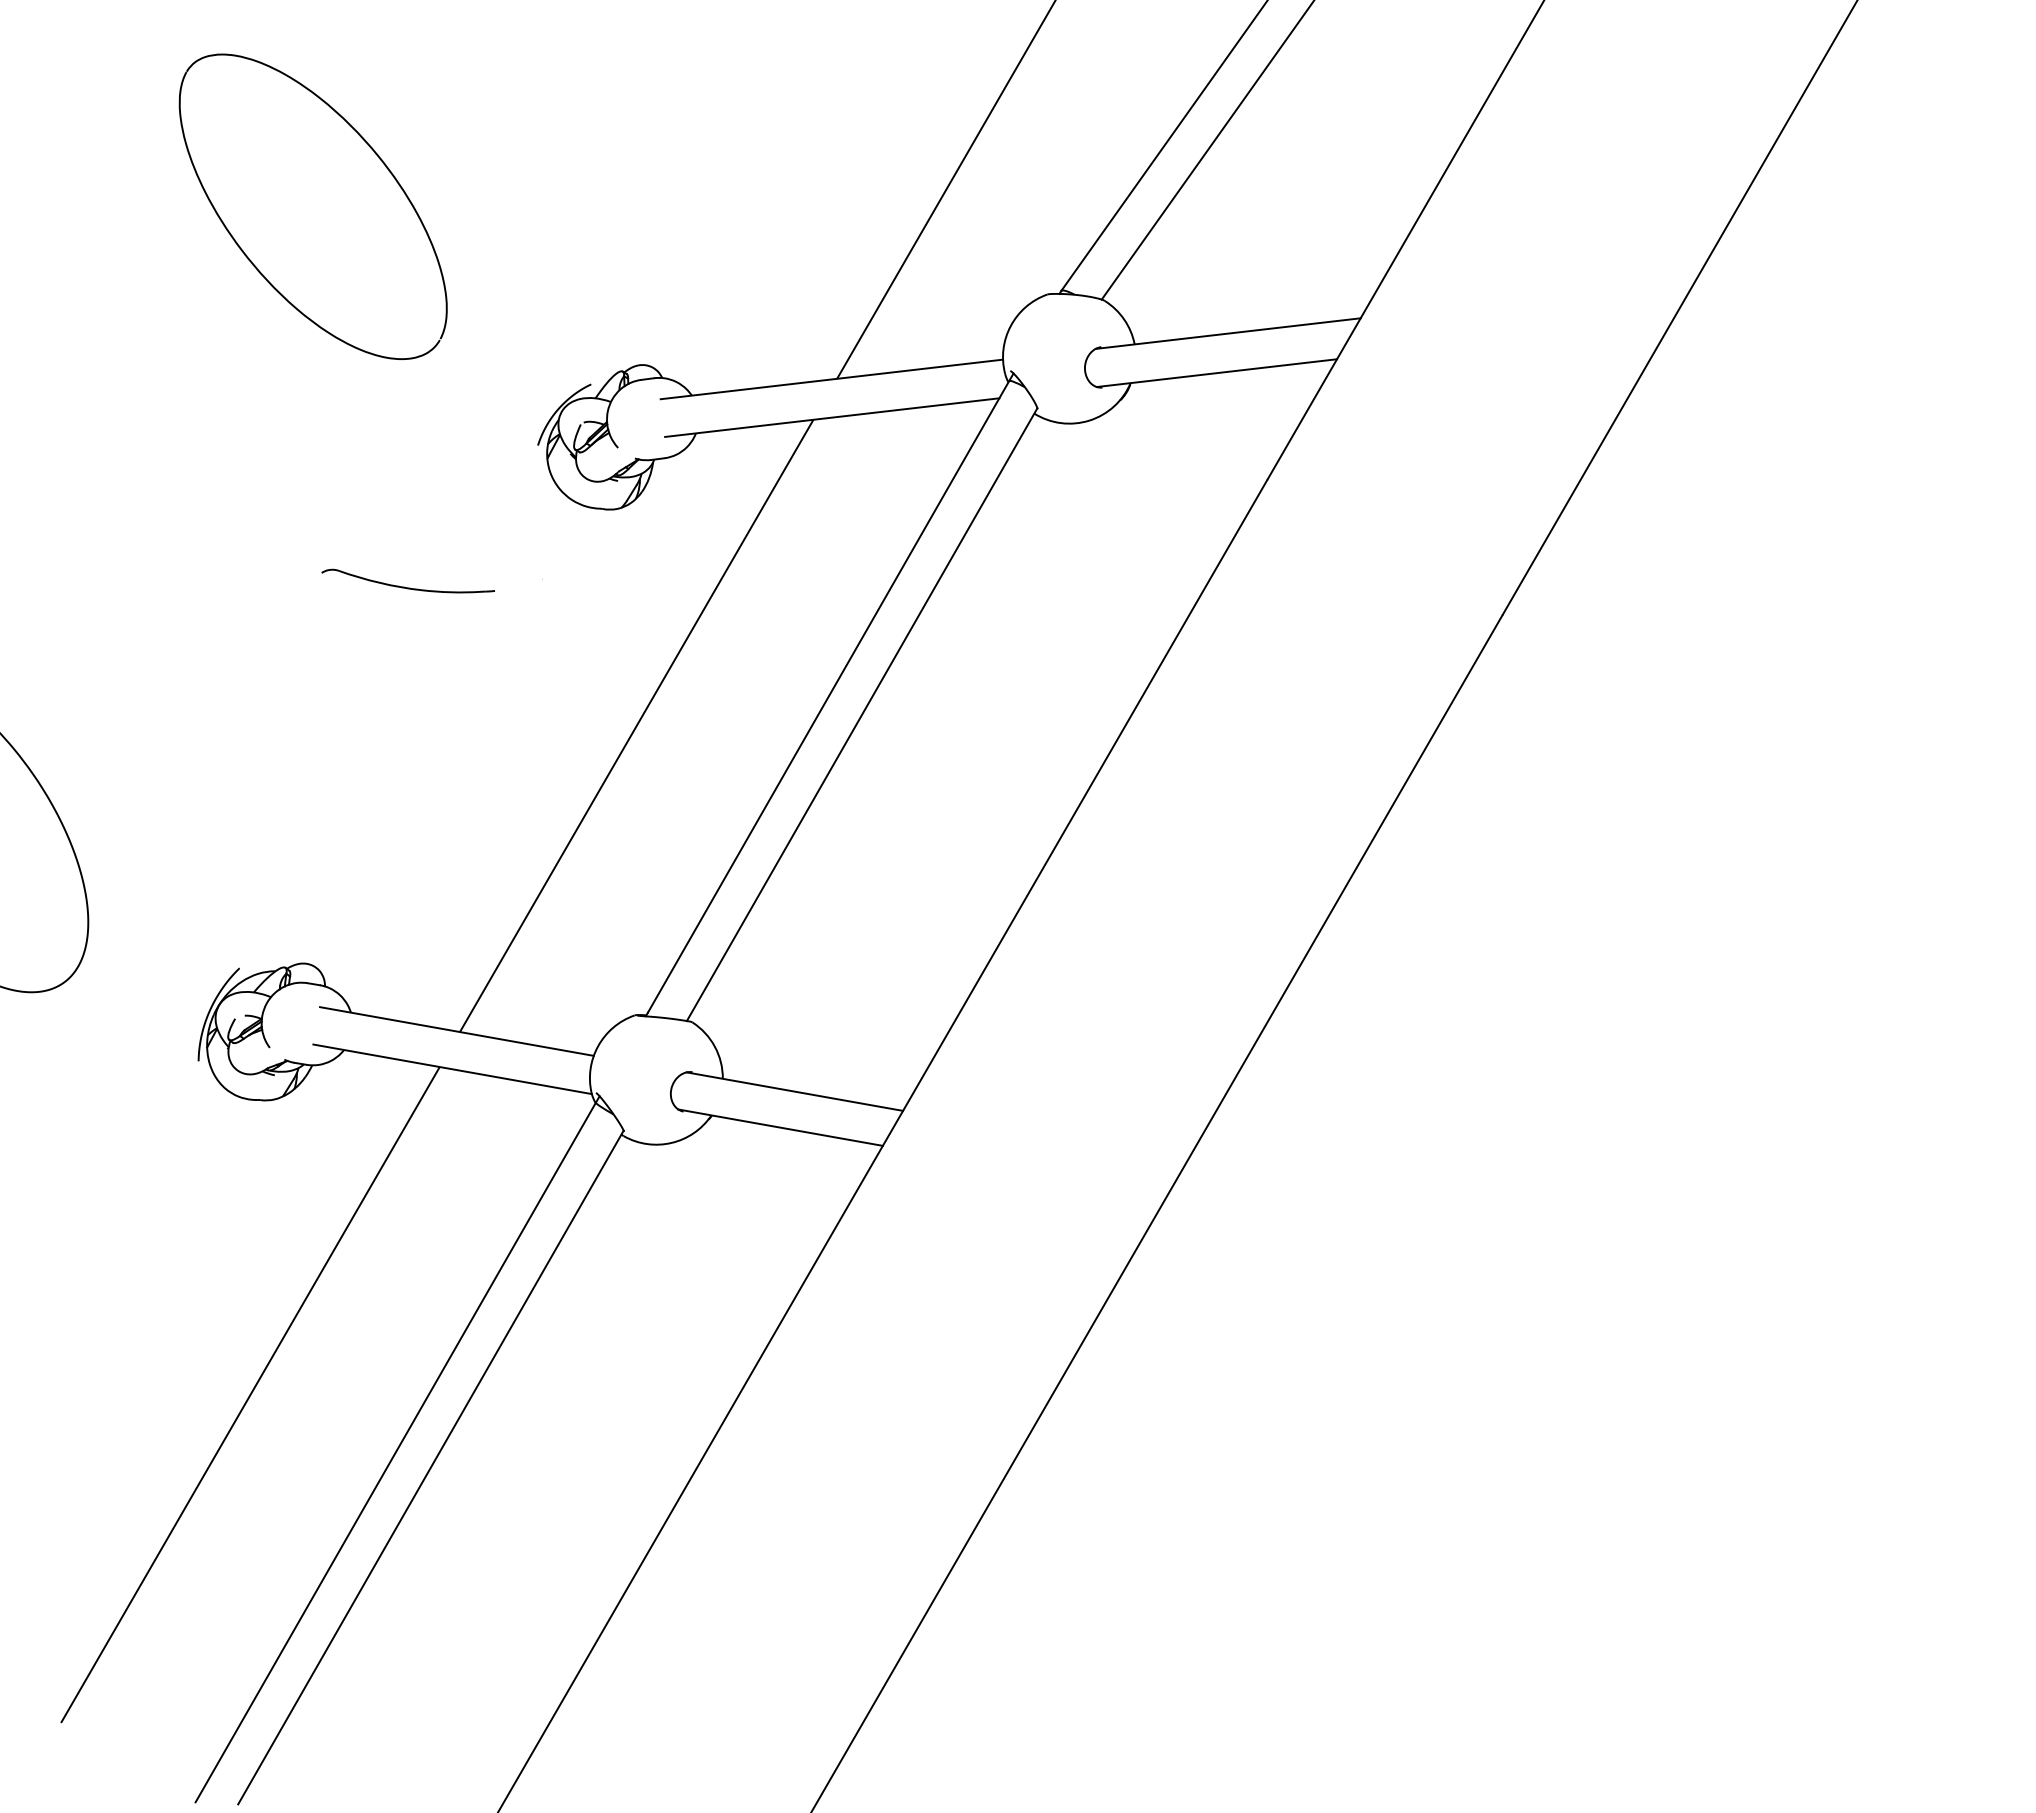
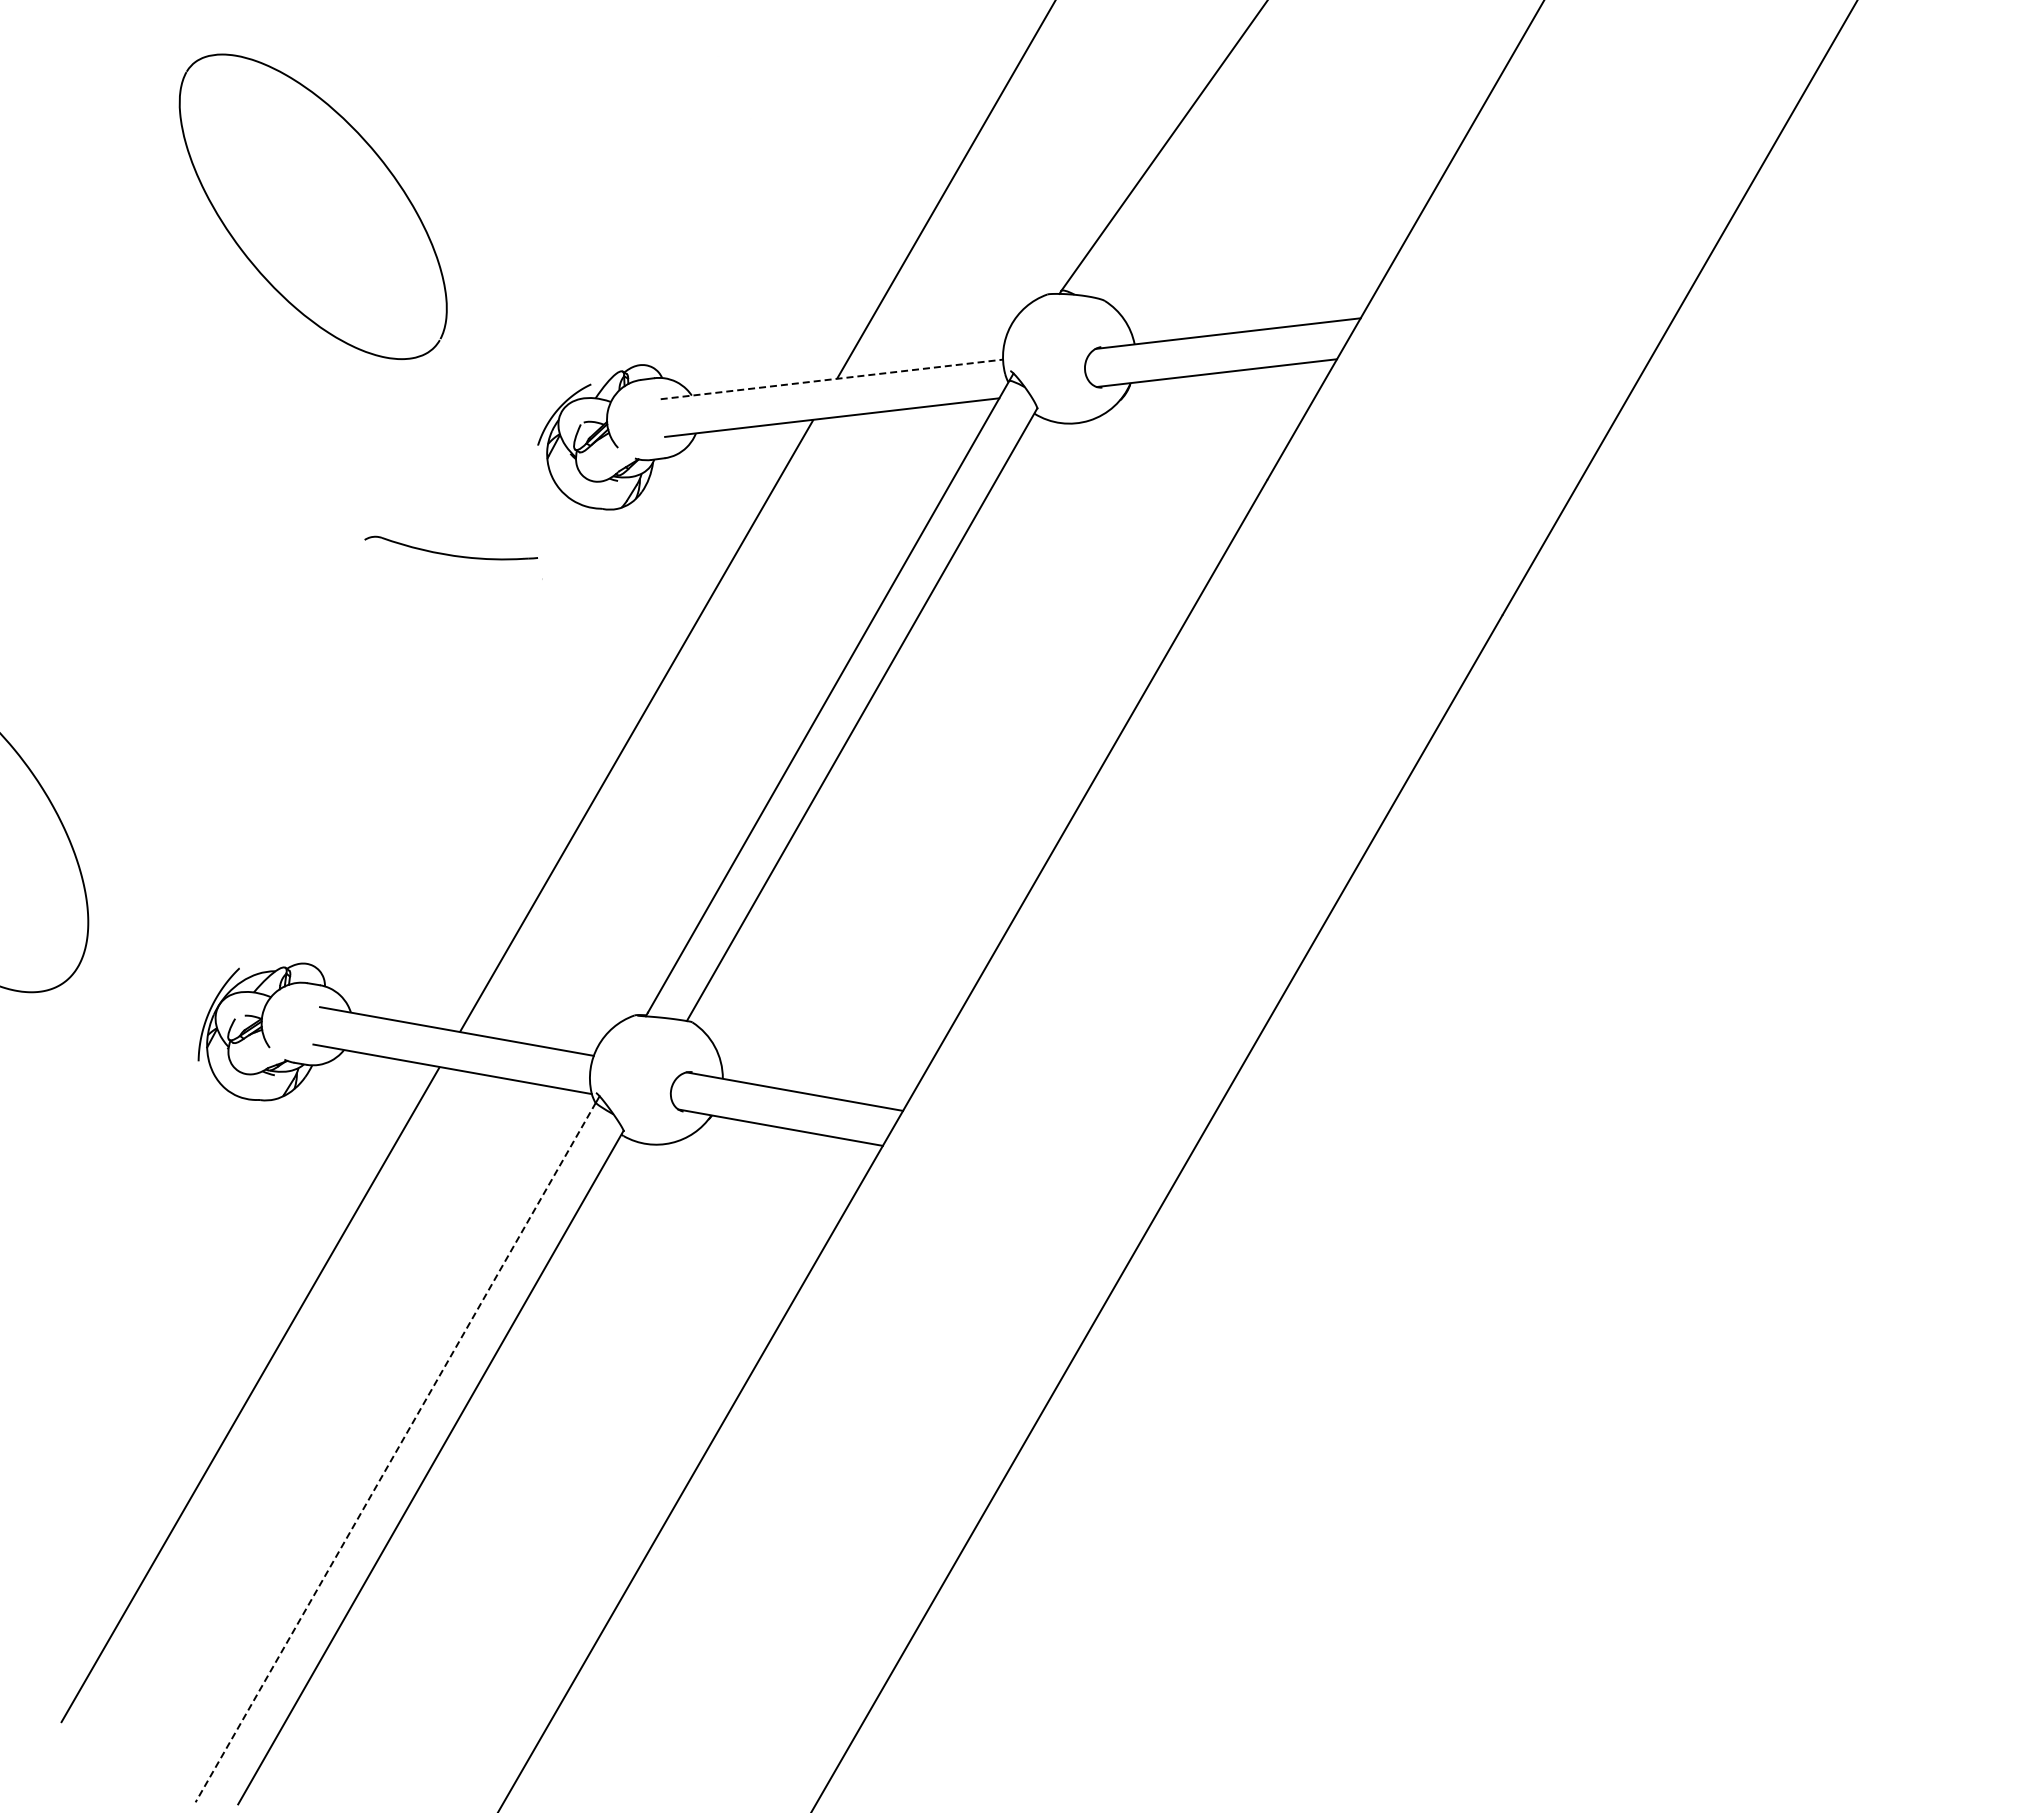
line at (1206, 150): present -> none
line at (832, 379): solid -> dashed
part at (404, 586) position: (404, 586) -> (447, 553)
line at (395, 1452): solid -> dashed
